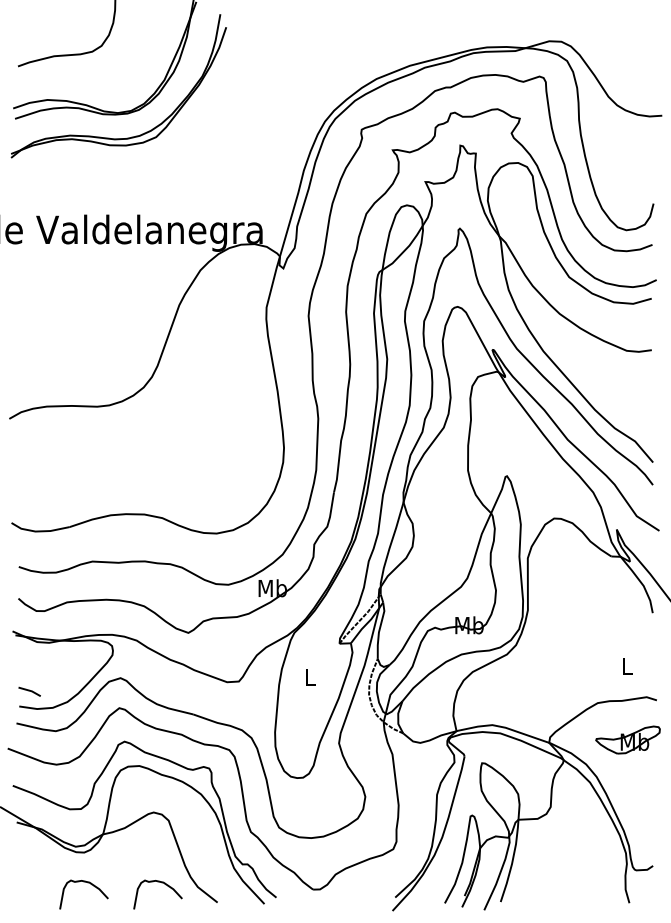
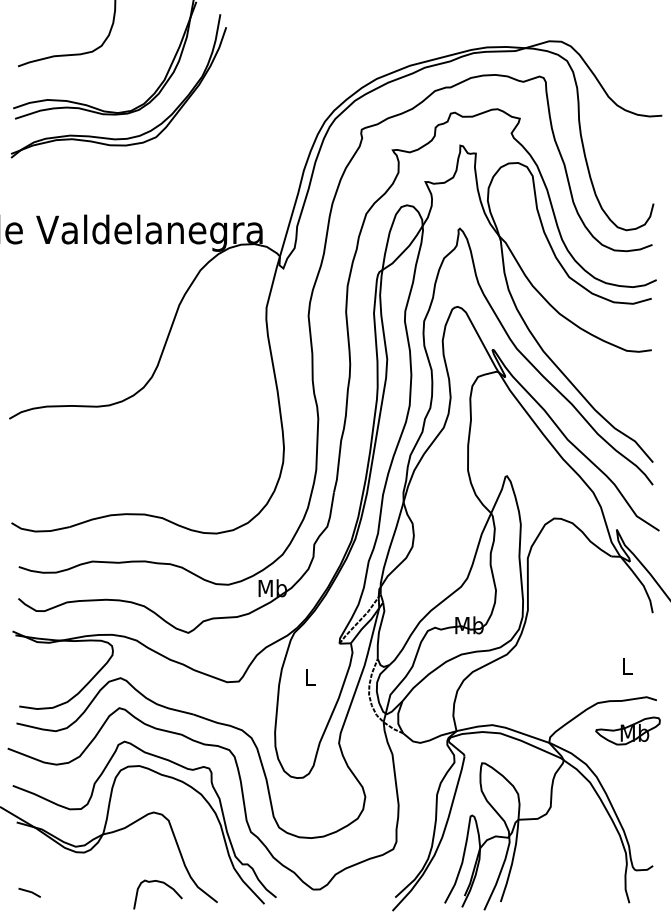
line at (29, 691) position: (29, 691) -> (29, 892)
part at (627, 739) position: (627, 739) -> (627, 730)
curve at (87, 883): present -> none
